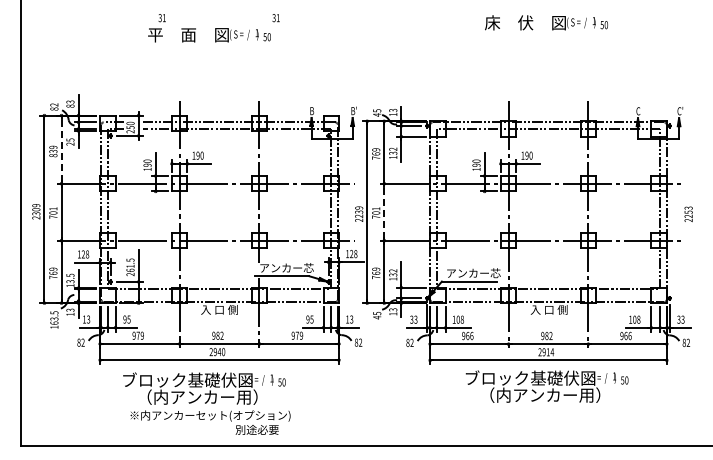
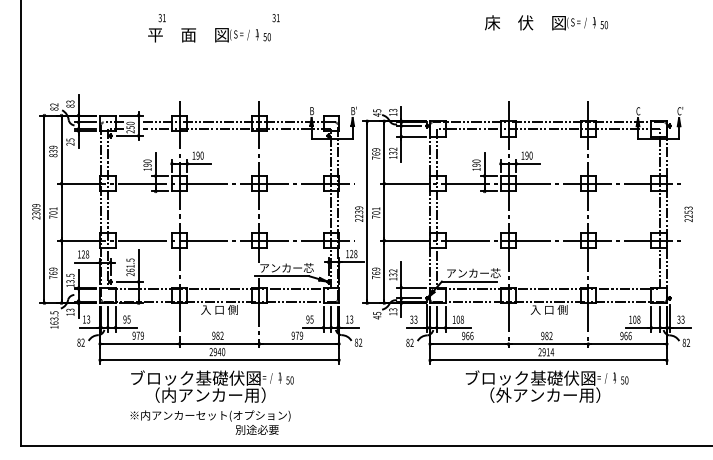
line at (61, 149): dashed -> solid
line at (384, 211): dashed -> solid
text at (204, 388) position: (204, 388) -> (212, 386)
text at (503, 394): （内アンカー用） -> （外アンカー用）
